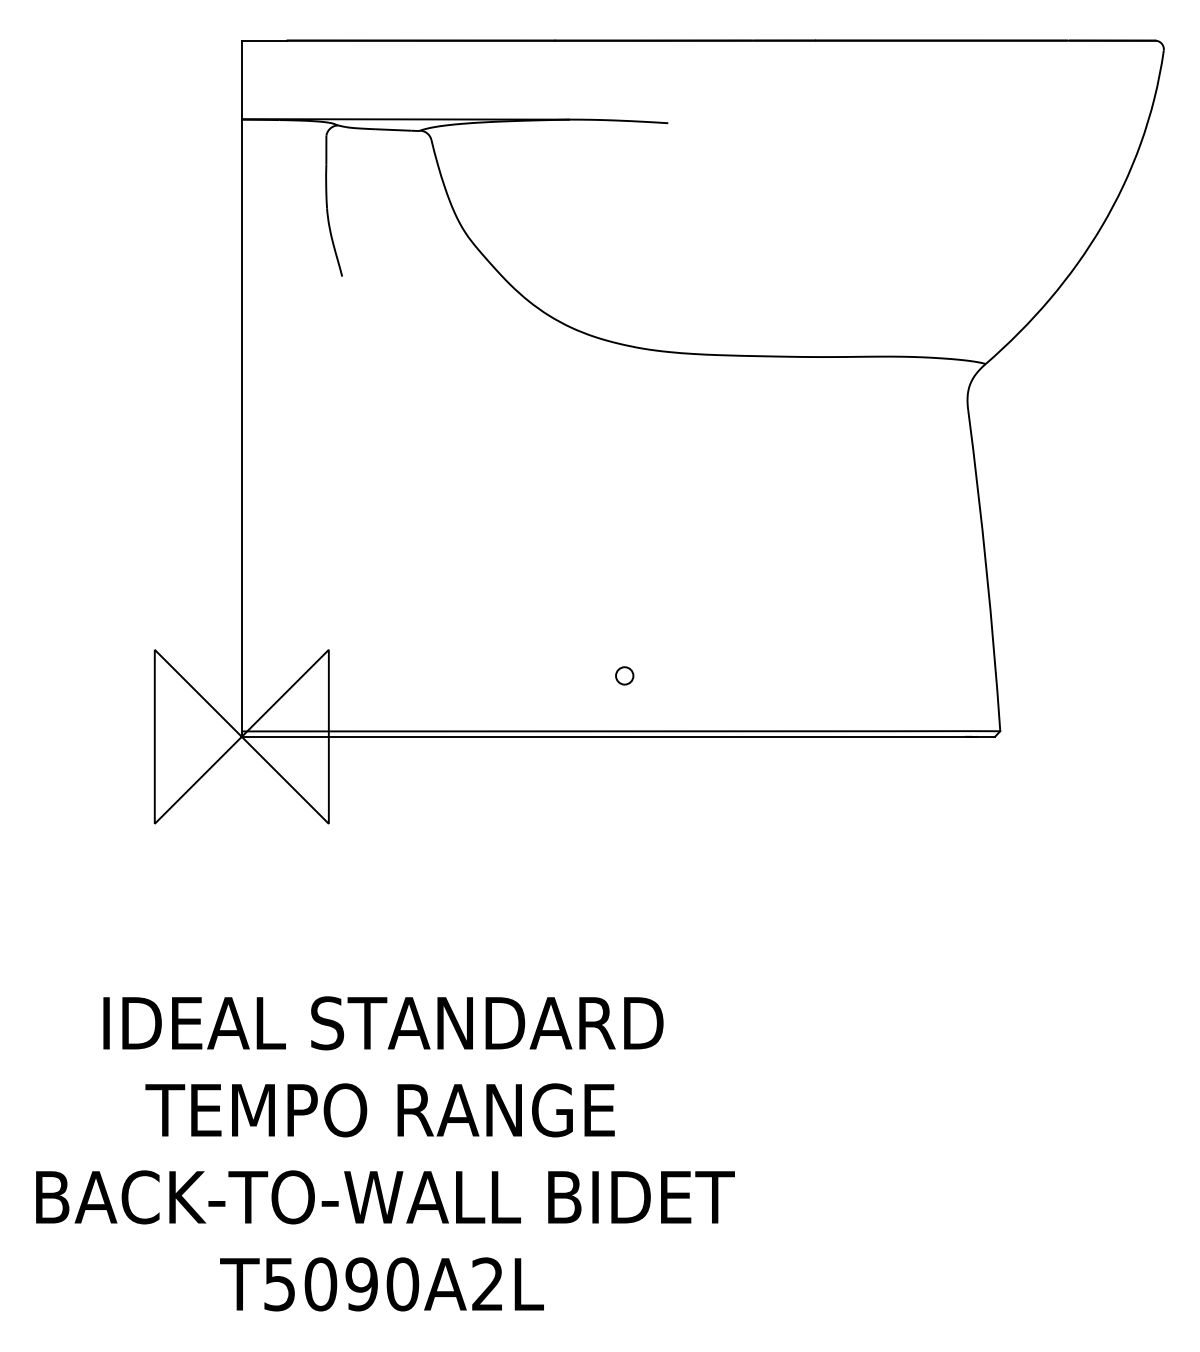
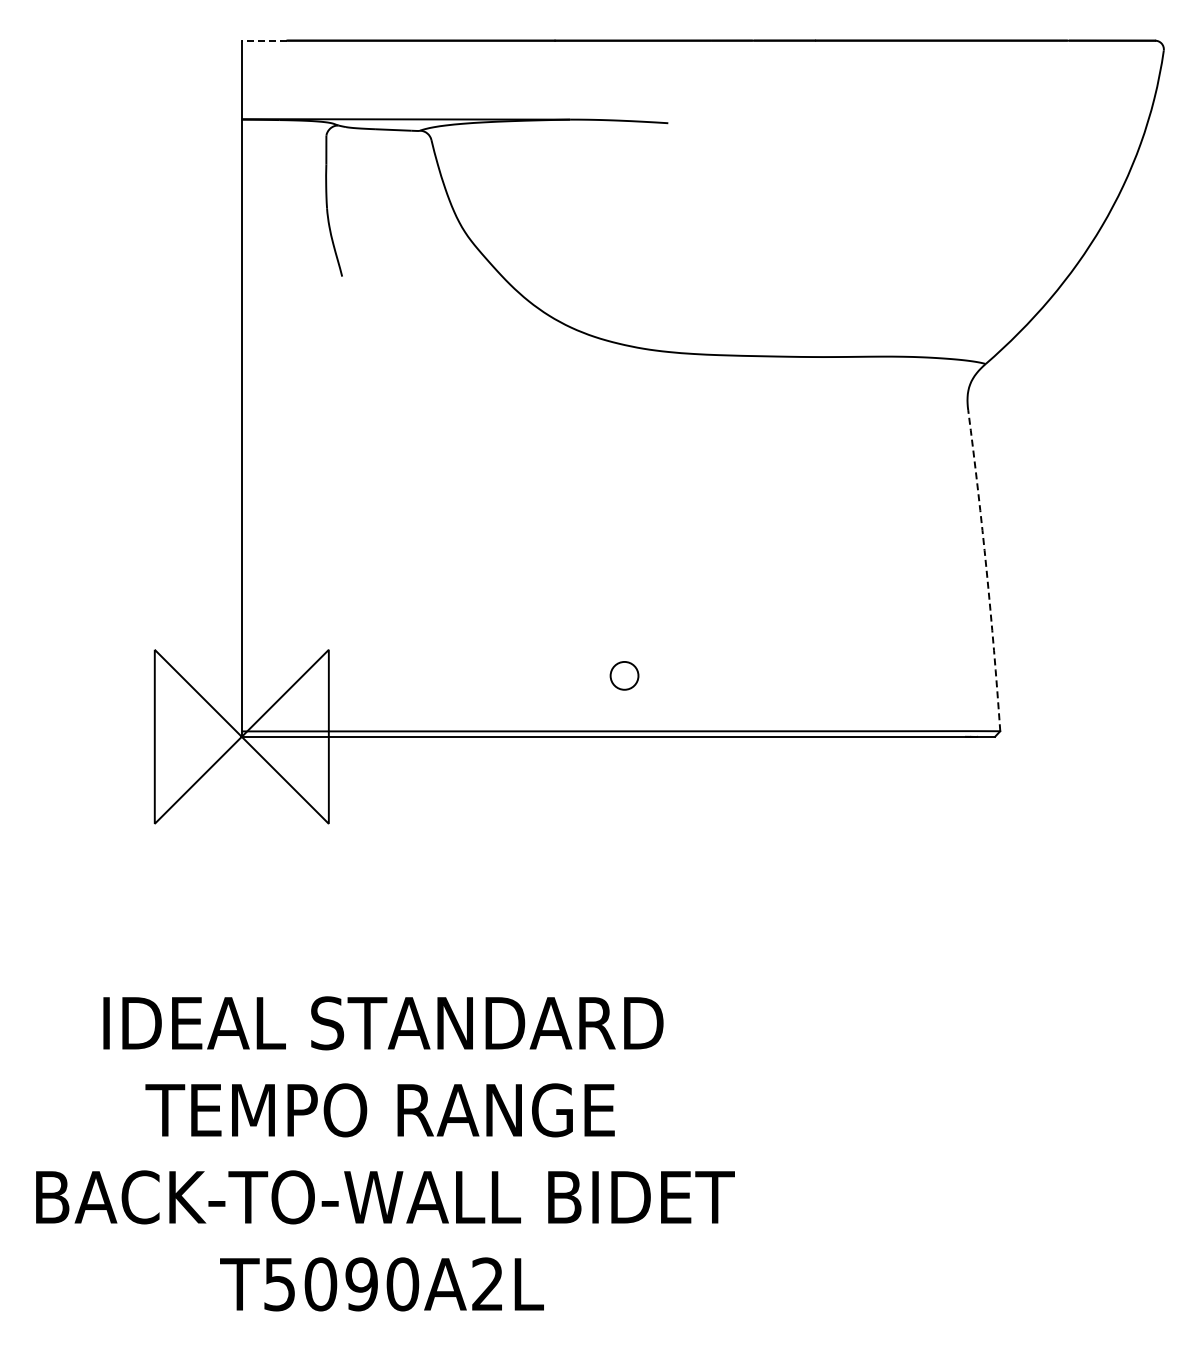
line at (264, 40): solid -> dashed
arc at (986, 570): solid -> dashed
circle at (624, 675) size: 20x20 px -> 31x30 px
